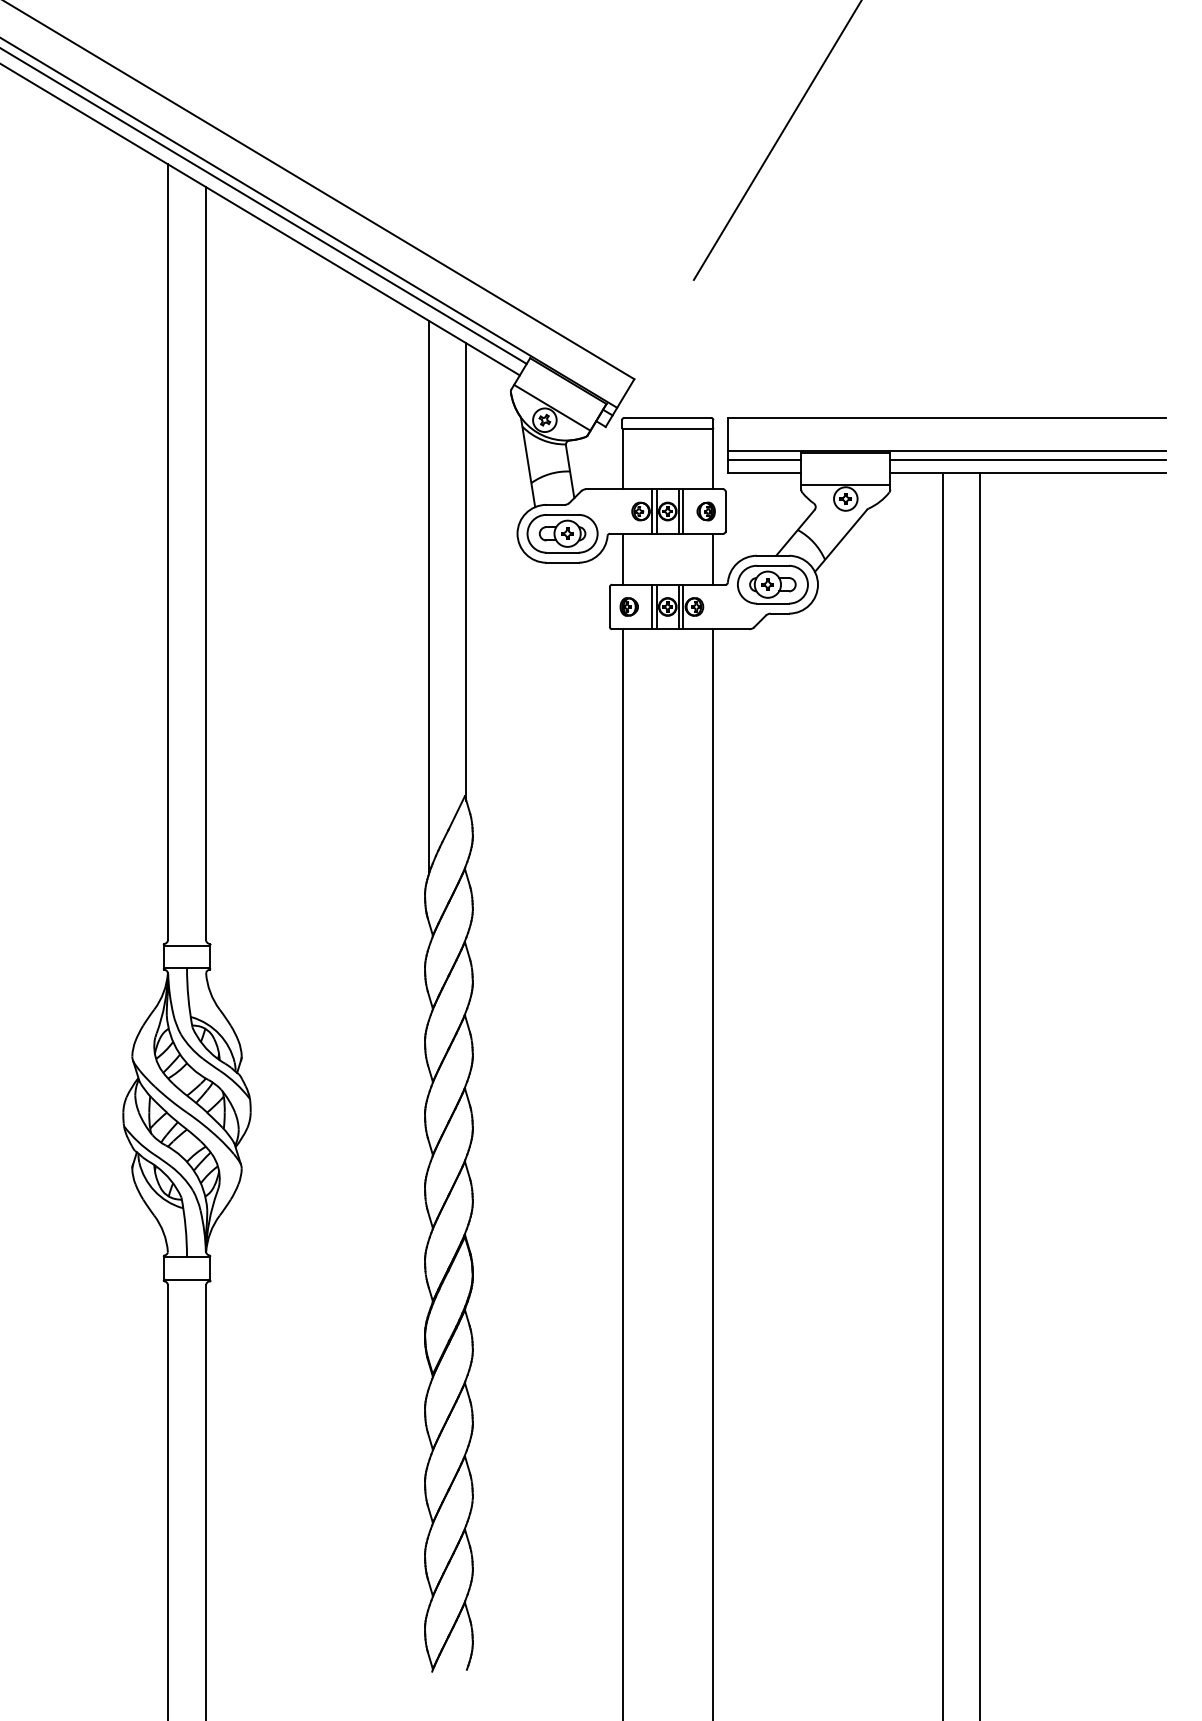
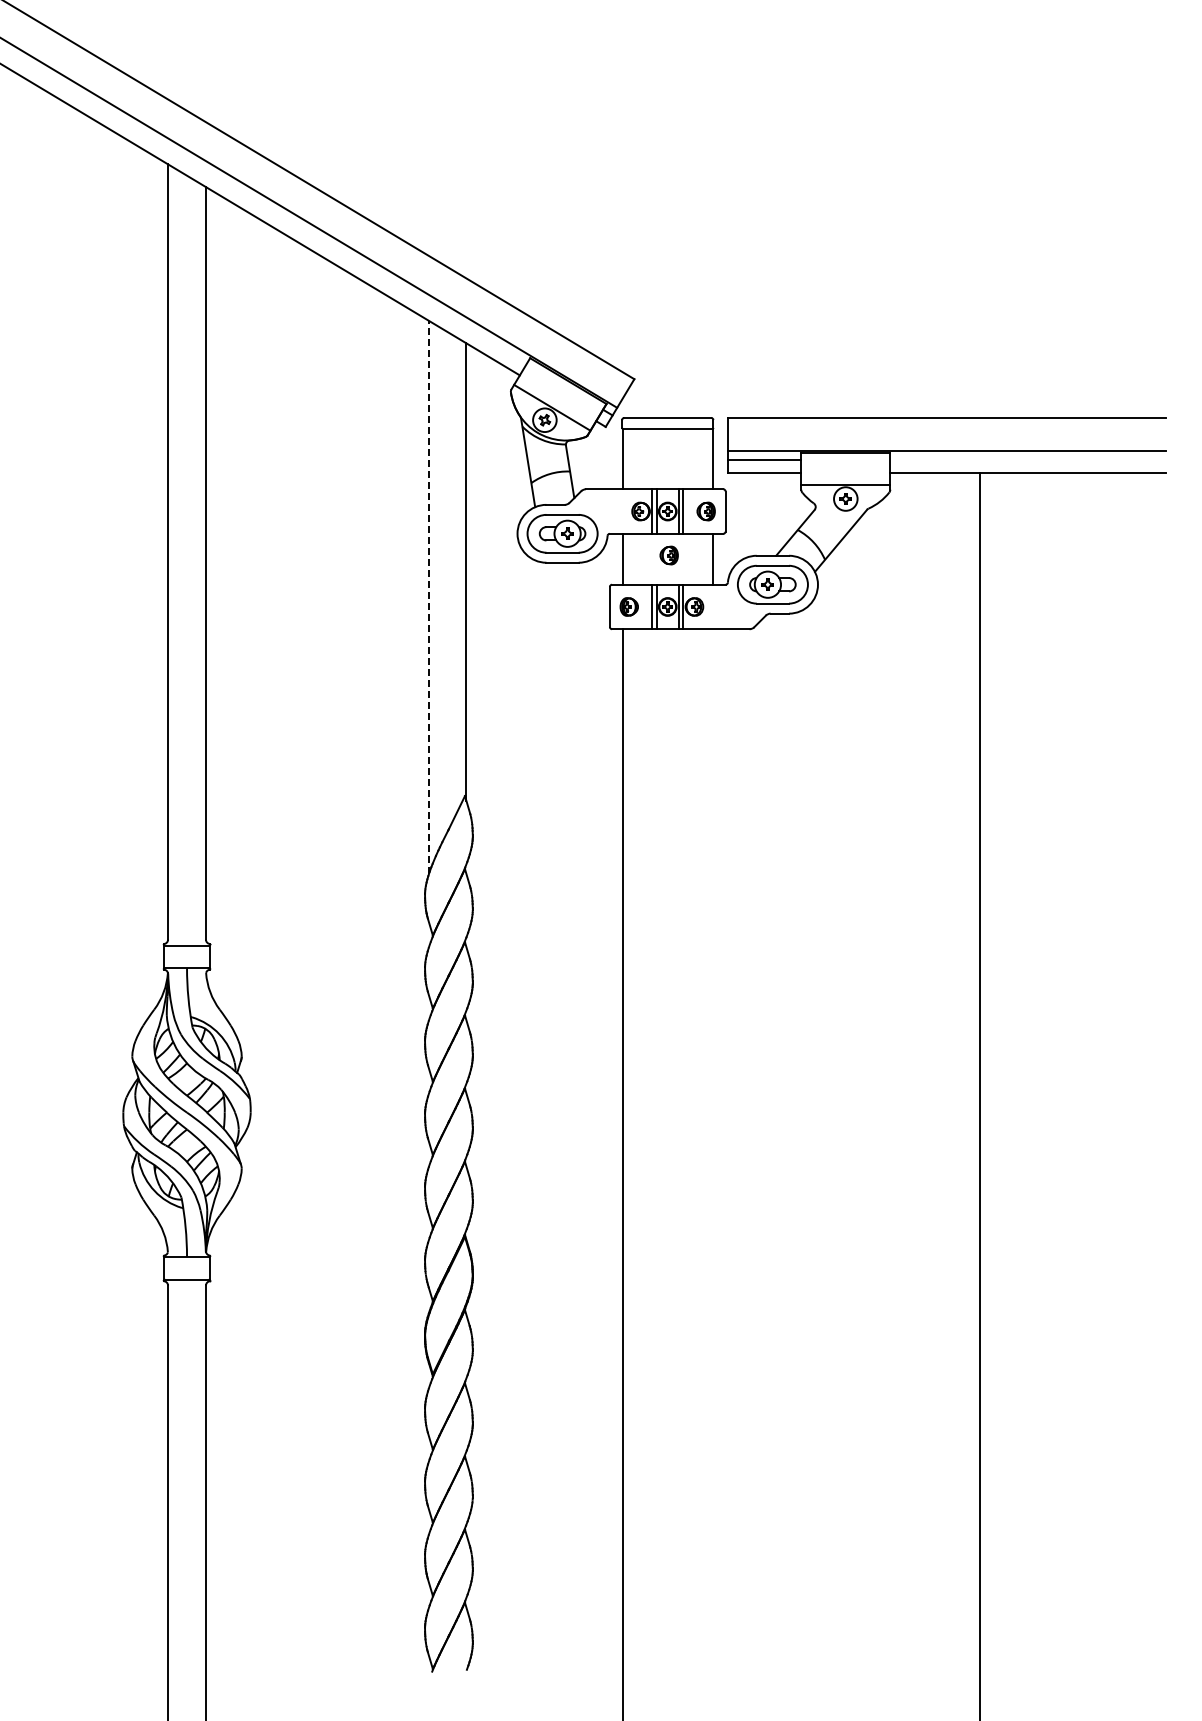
line at (776, 140): present -> none
line at (264, 206): present -> none
line at (1027, 460): present -> none
part at (668, 555): none -> present
line at (428, 597): solid -> dashed
line at (942, 1095): present -> none
line at (712, 1173): present -> none
